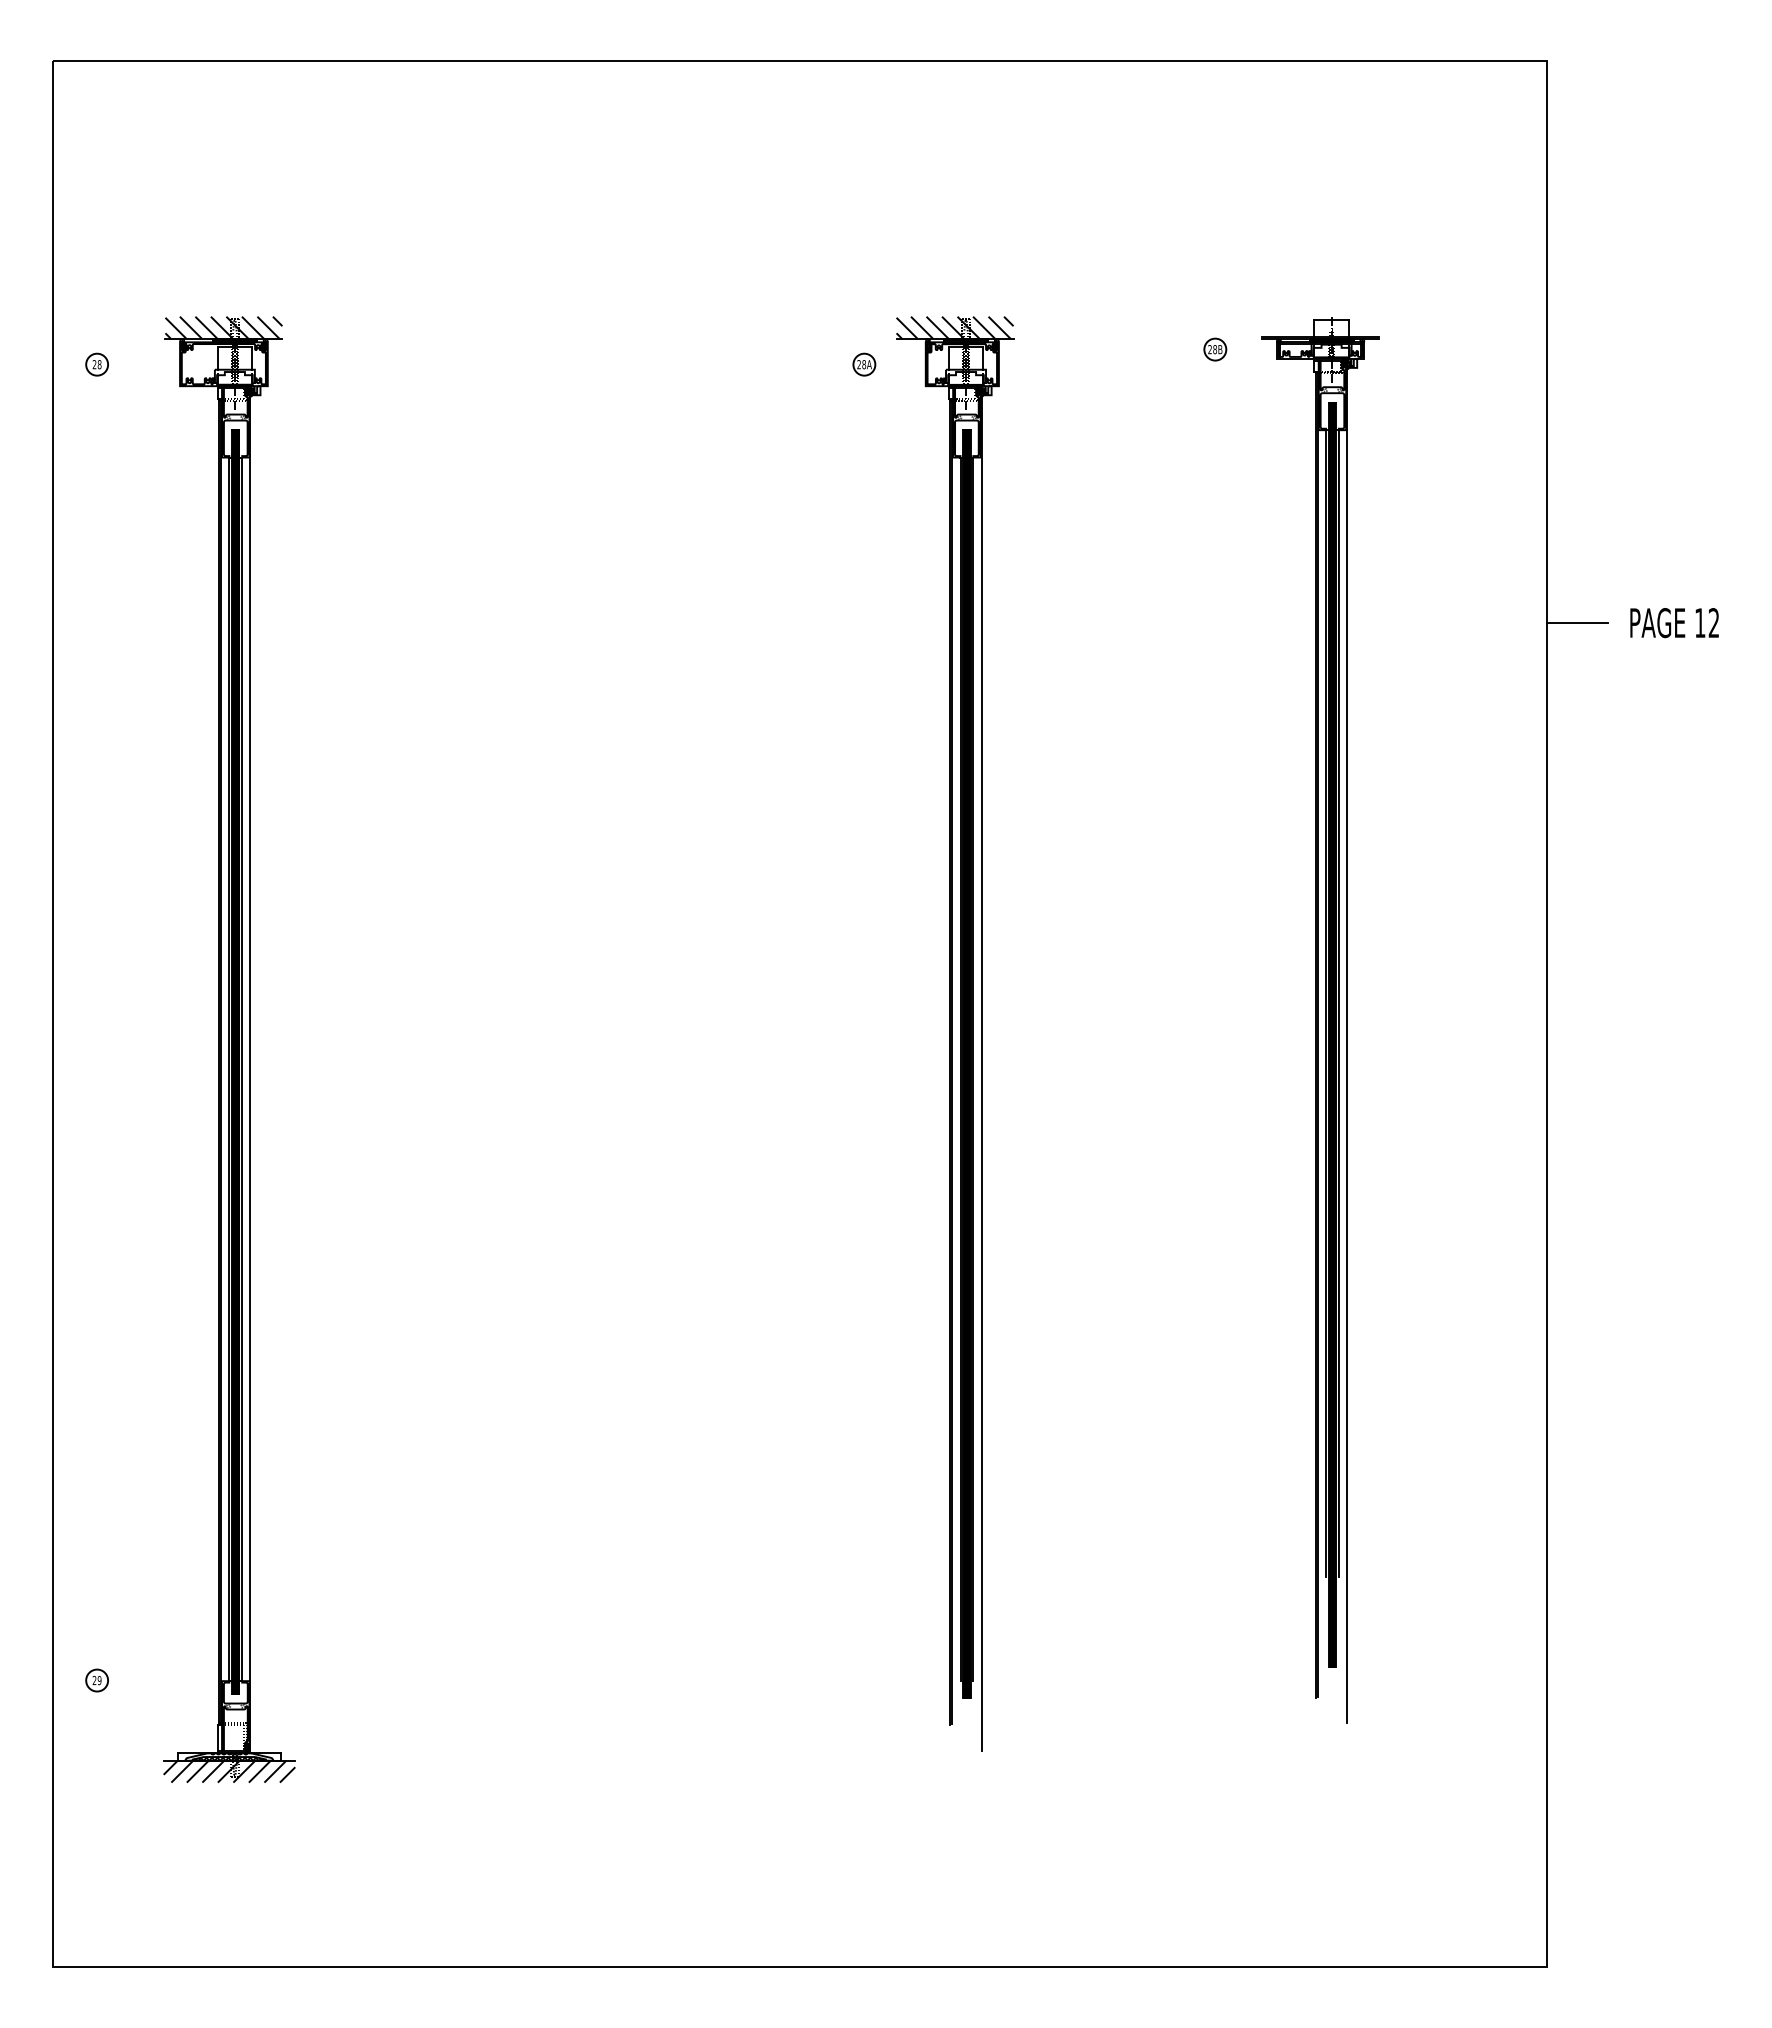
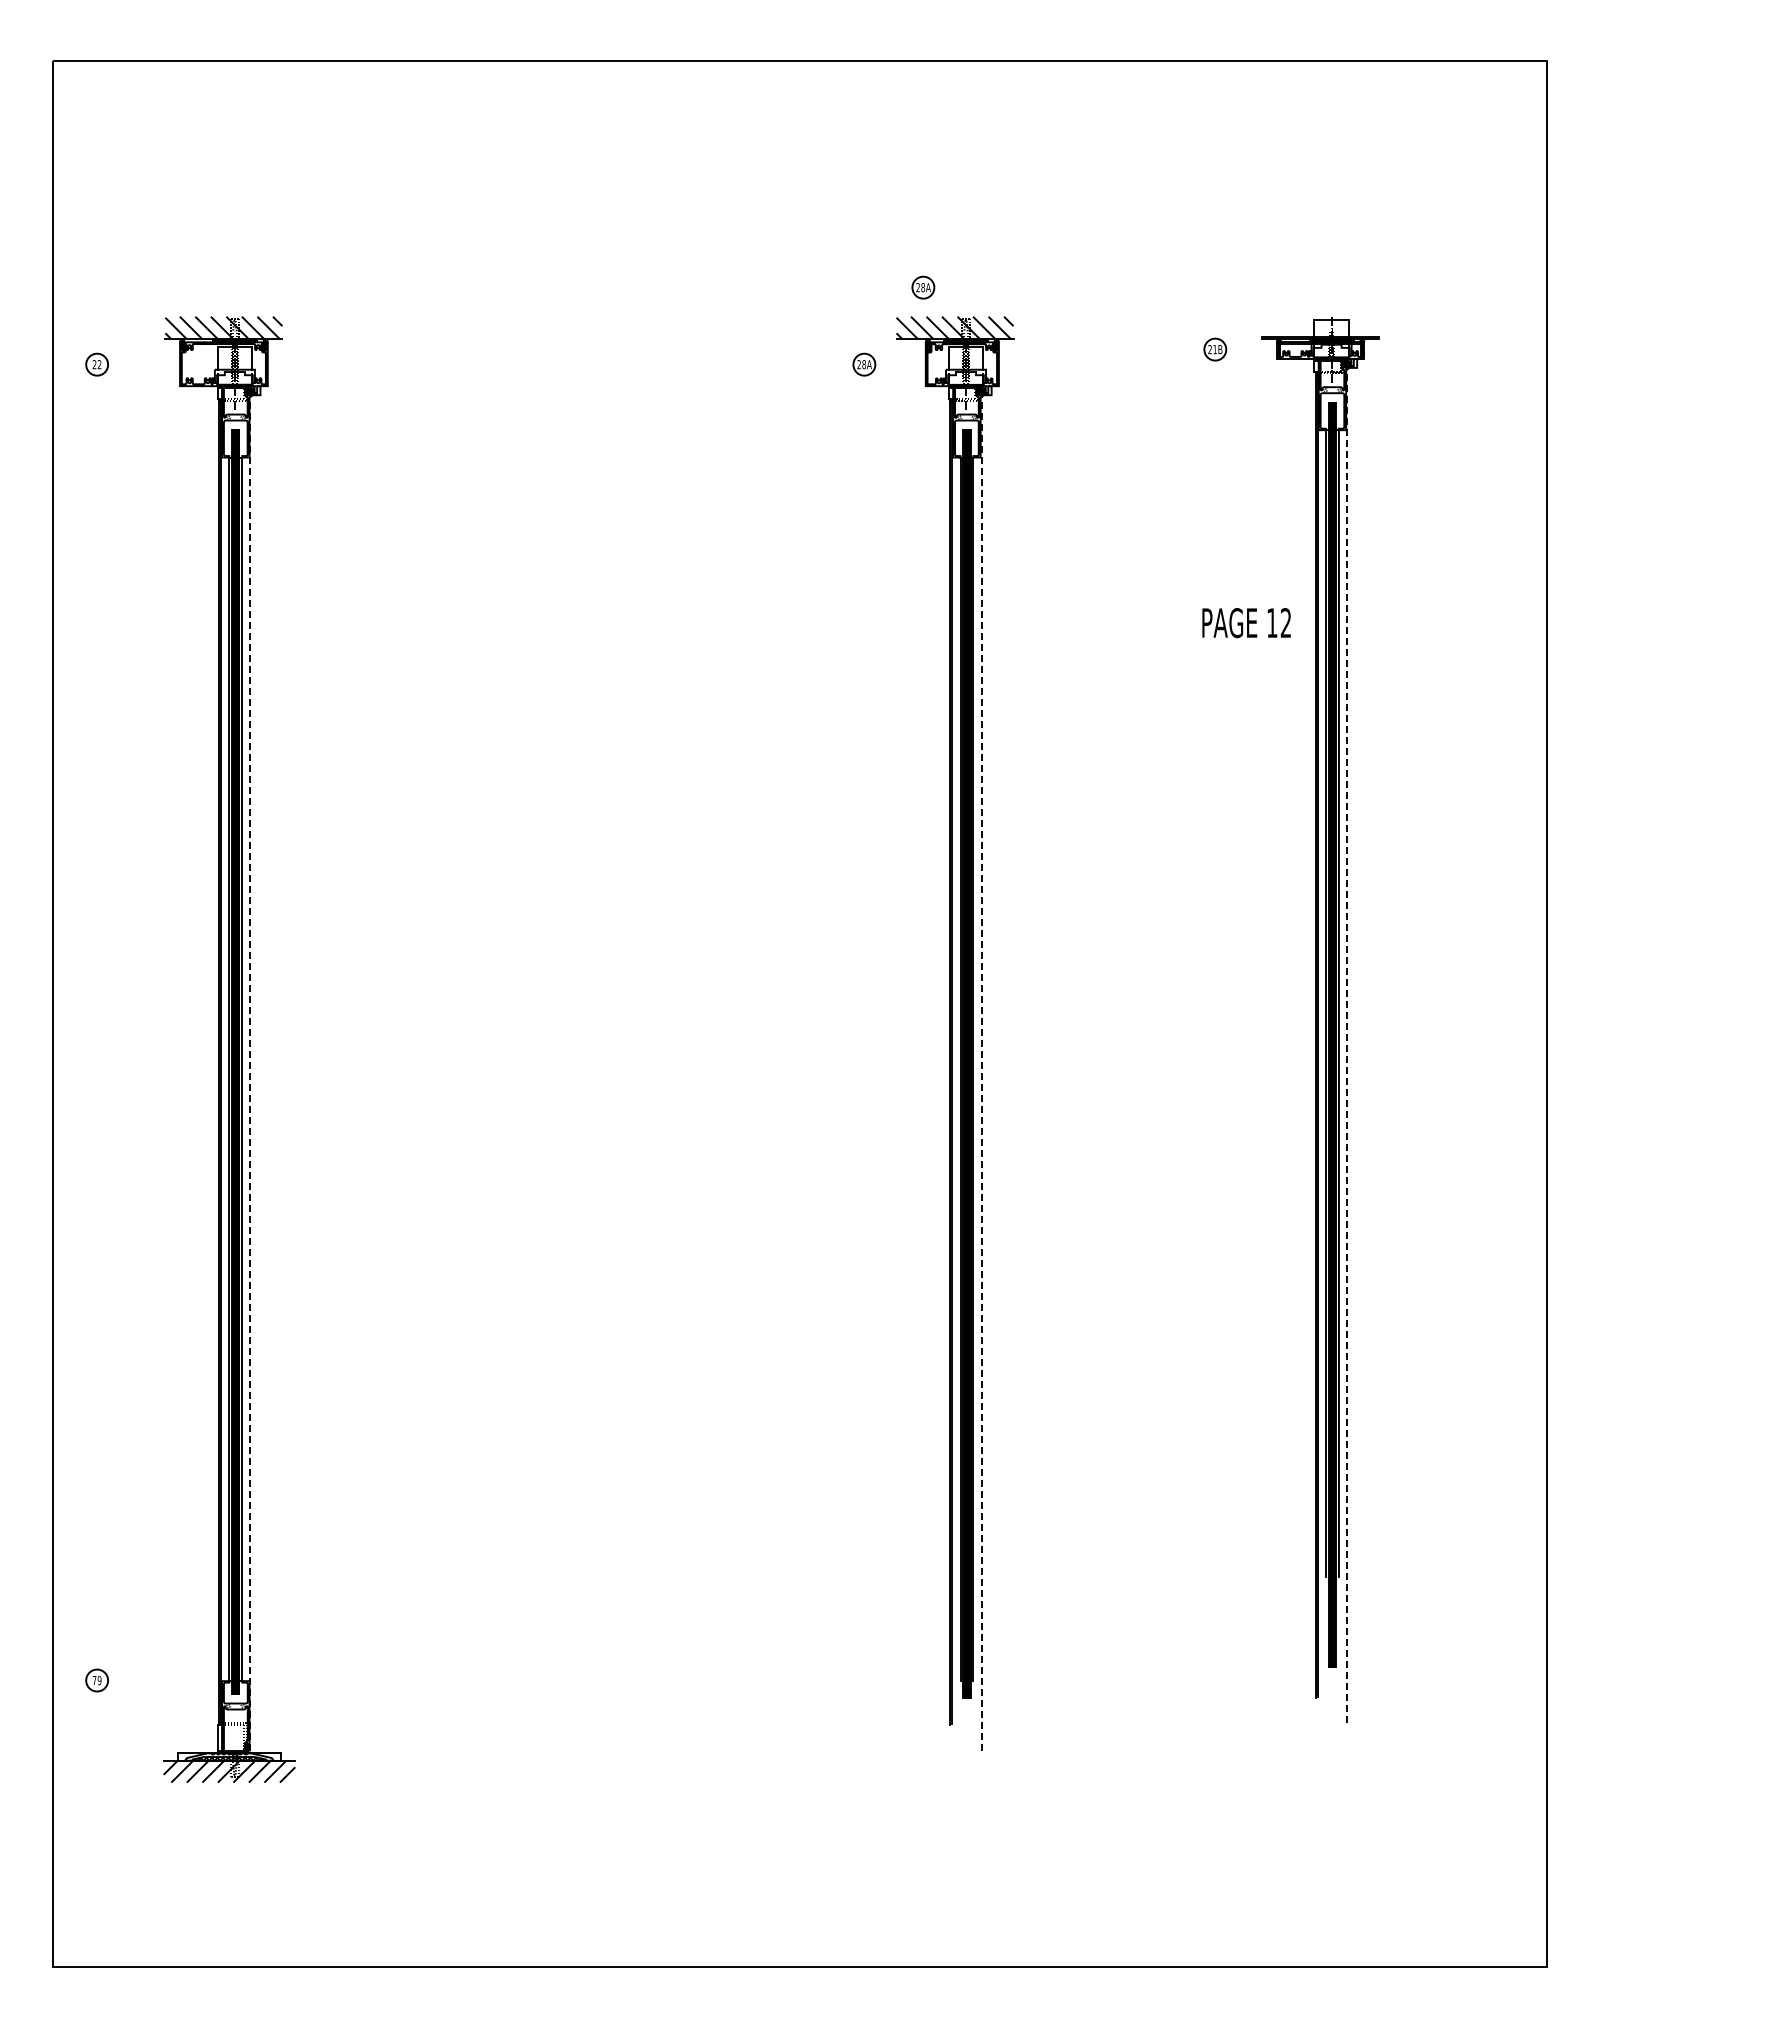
part at (923, 287): none -> present
text at (1214, 349): 28B -> 21B
text at (99, 364): 28 -> 22
line at (1577, 623): present -> none
text at (1674, 623) position: (1674, 623) -> (1246, 623)
line at (1347, 1041): solid -> dashed
line at (250, 1068): solid -> dashed
line at (981, 1068): solid -> dashed
text at (94, 1680): 29 -> 79
